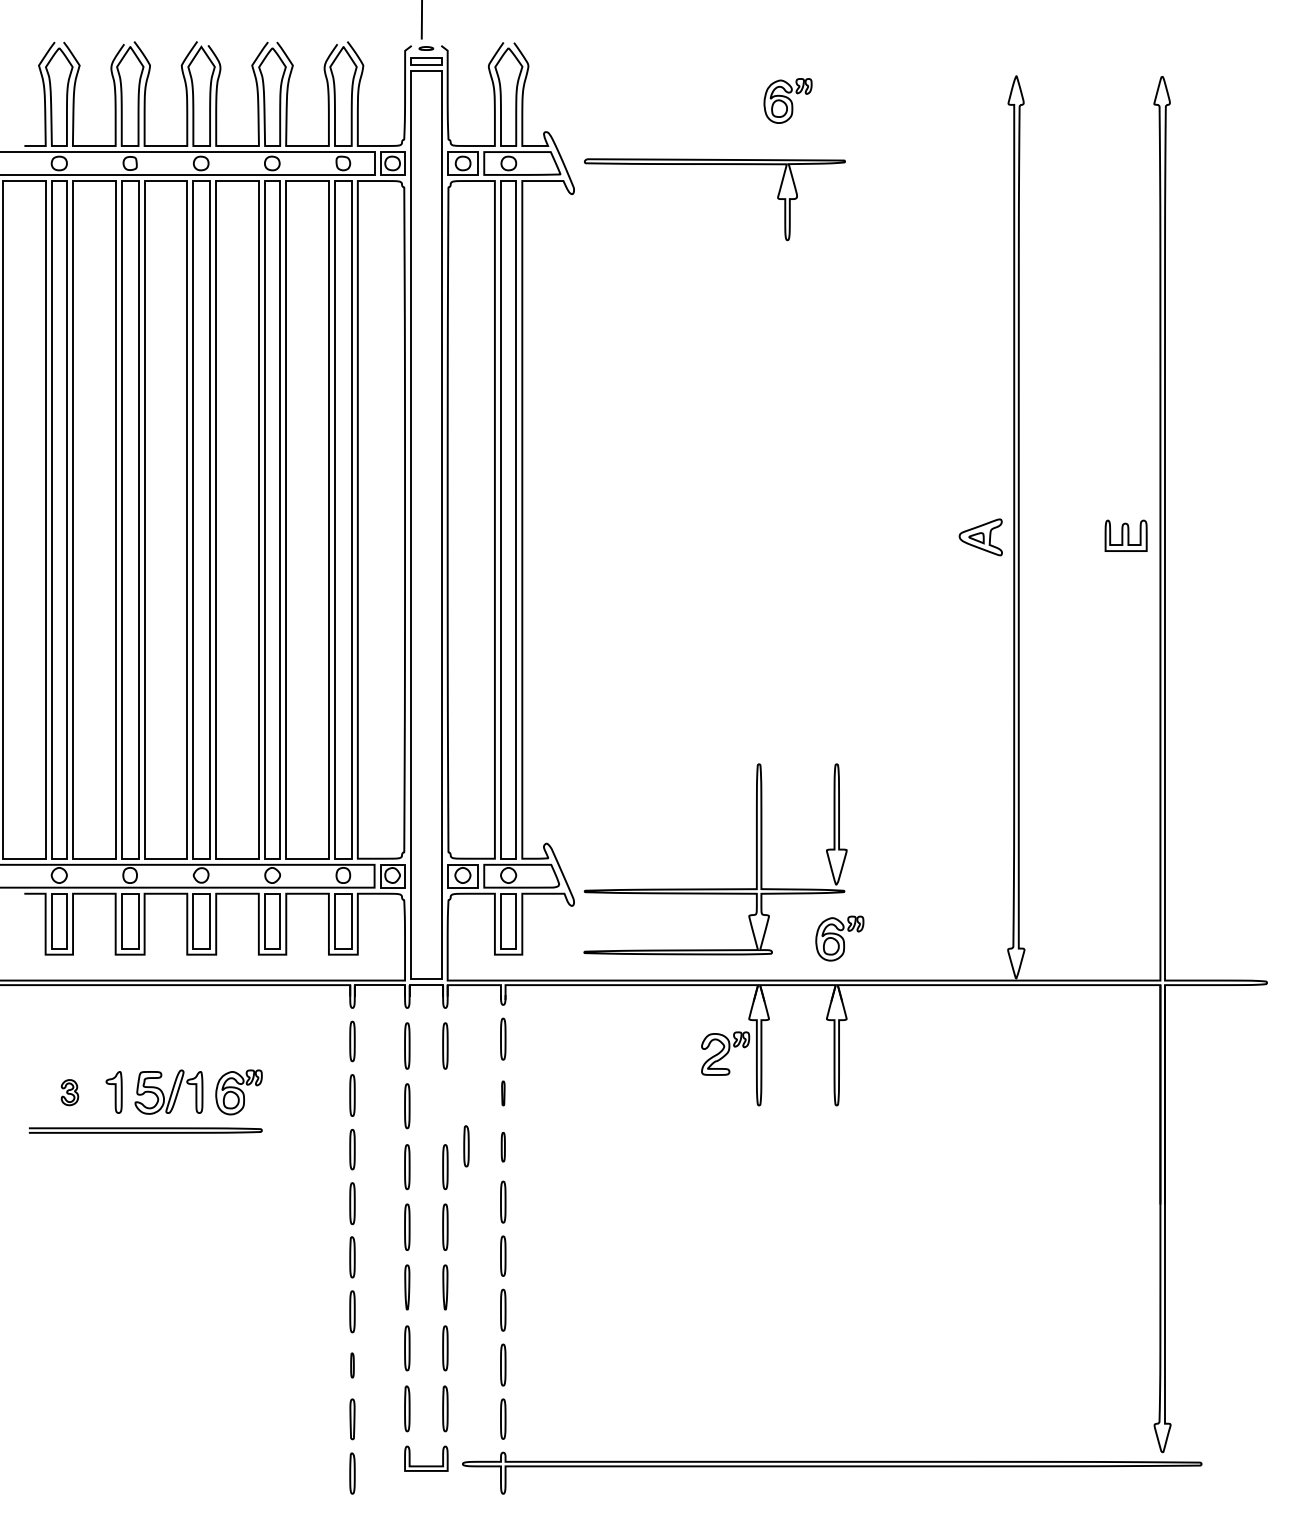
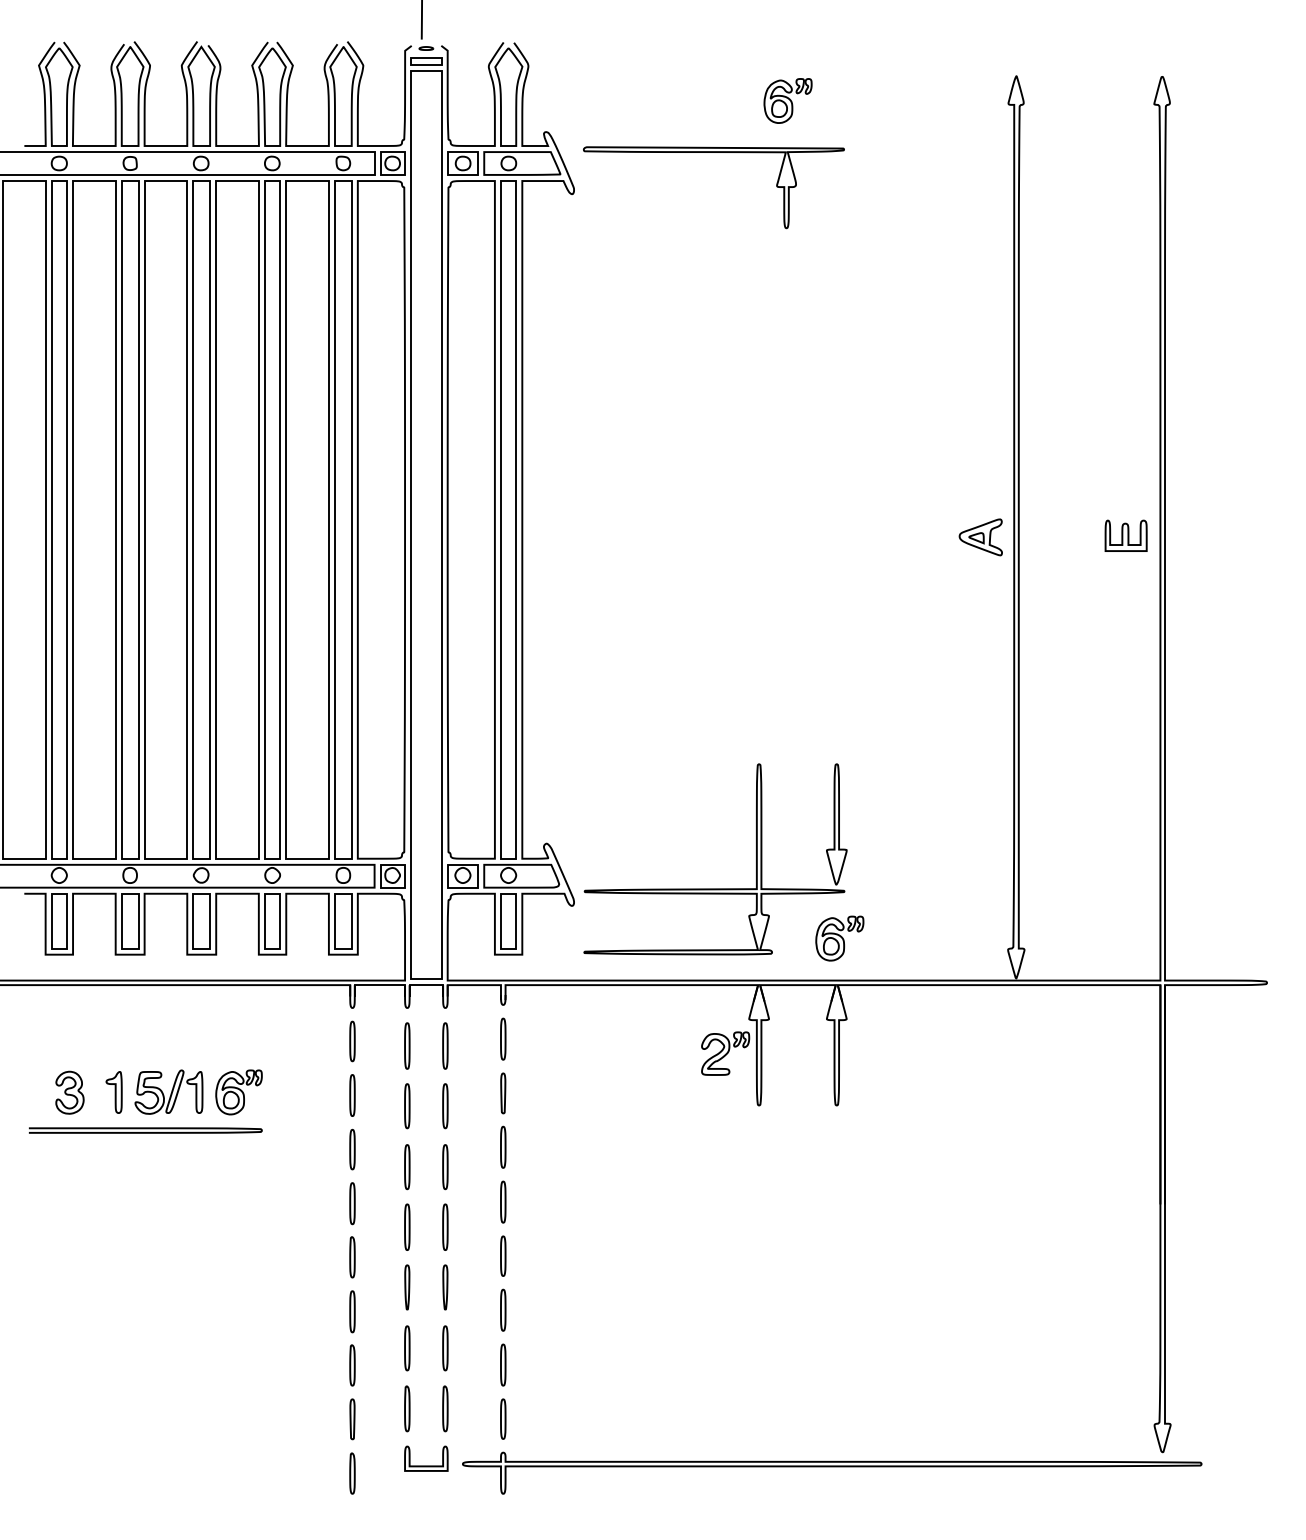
part at (714, 164) position: (714, 164) -> (713, 152)
part at (69, 1092) size: 20x28 px -> 30x45 px
part at (503, 1093) size: 5x27 px -> 7x43 px
part at (445, 1106): none -> present
part at (466, 1146): present -> none
part at (502, 1147) size: 6x31 px -> 7x44 px
part at (352, 1365) size: 5x27 px -> 7x43 px
